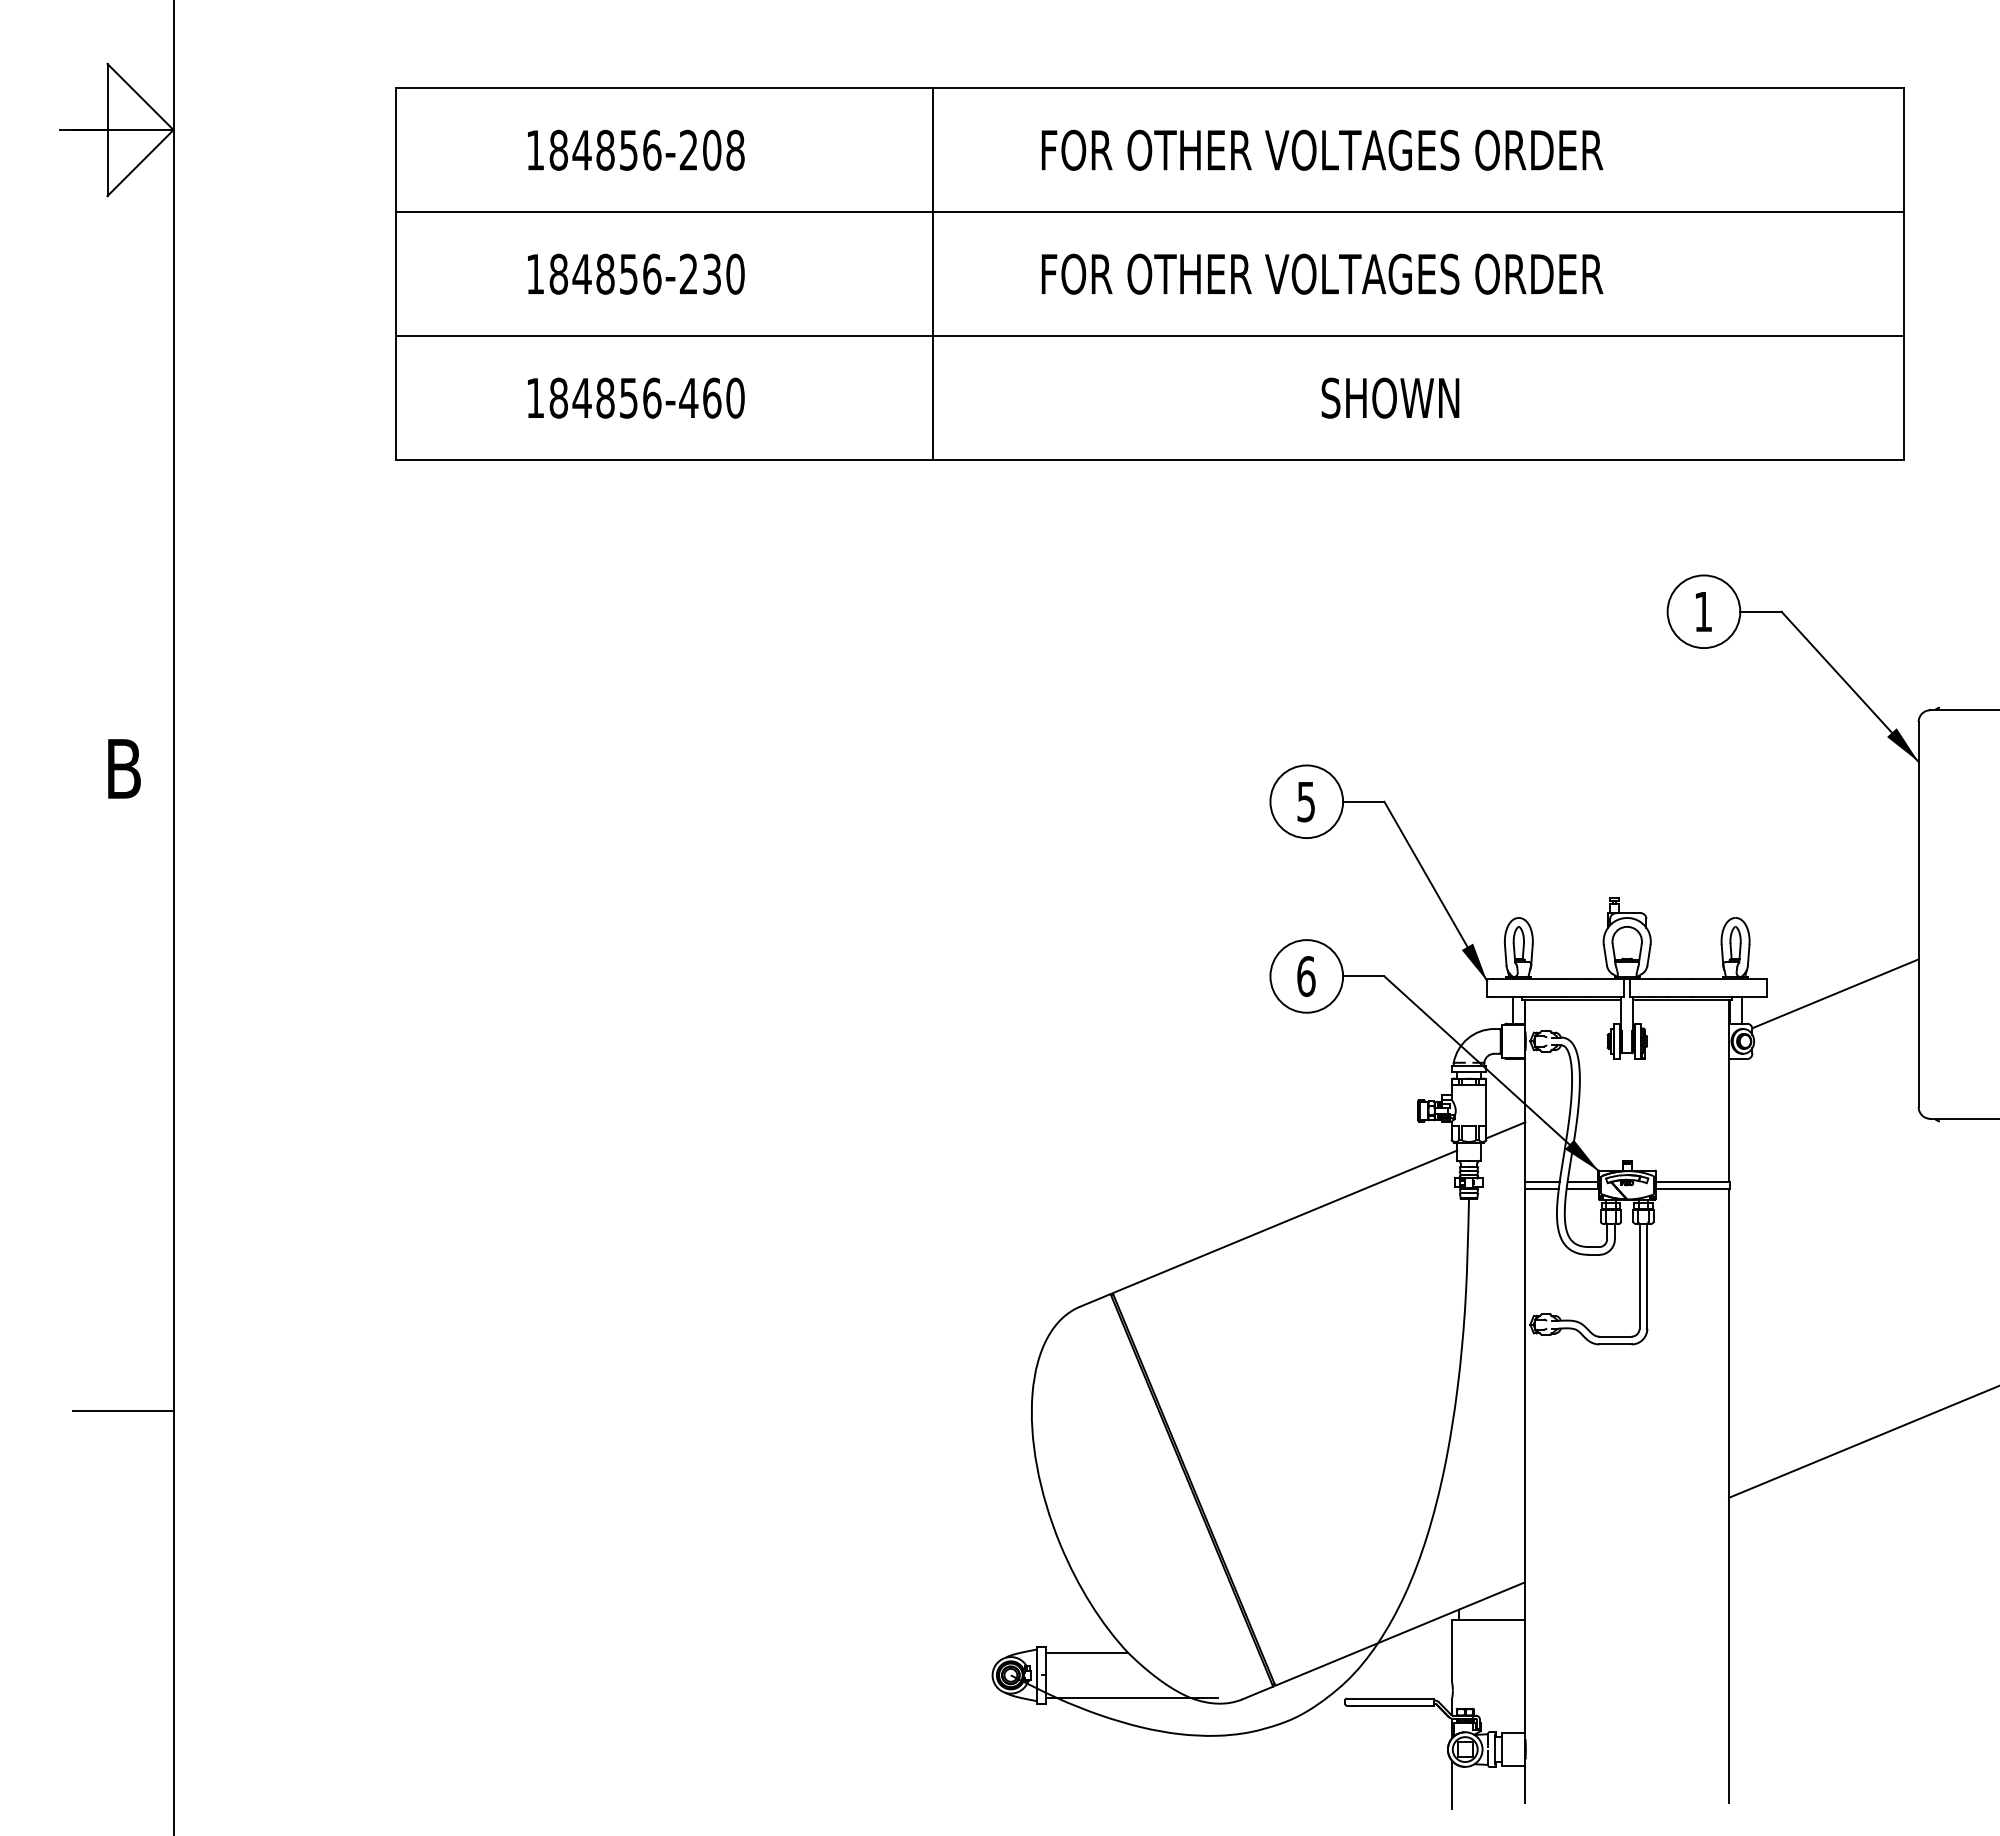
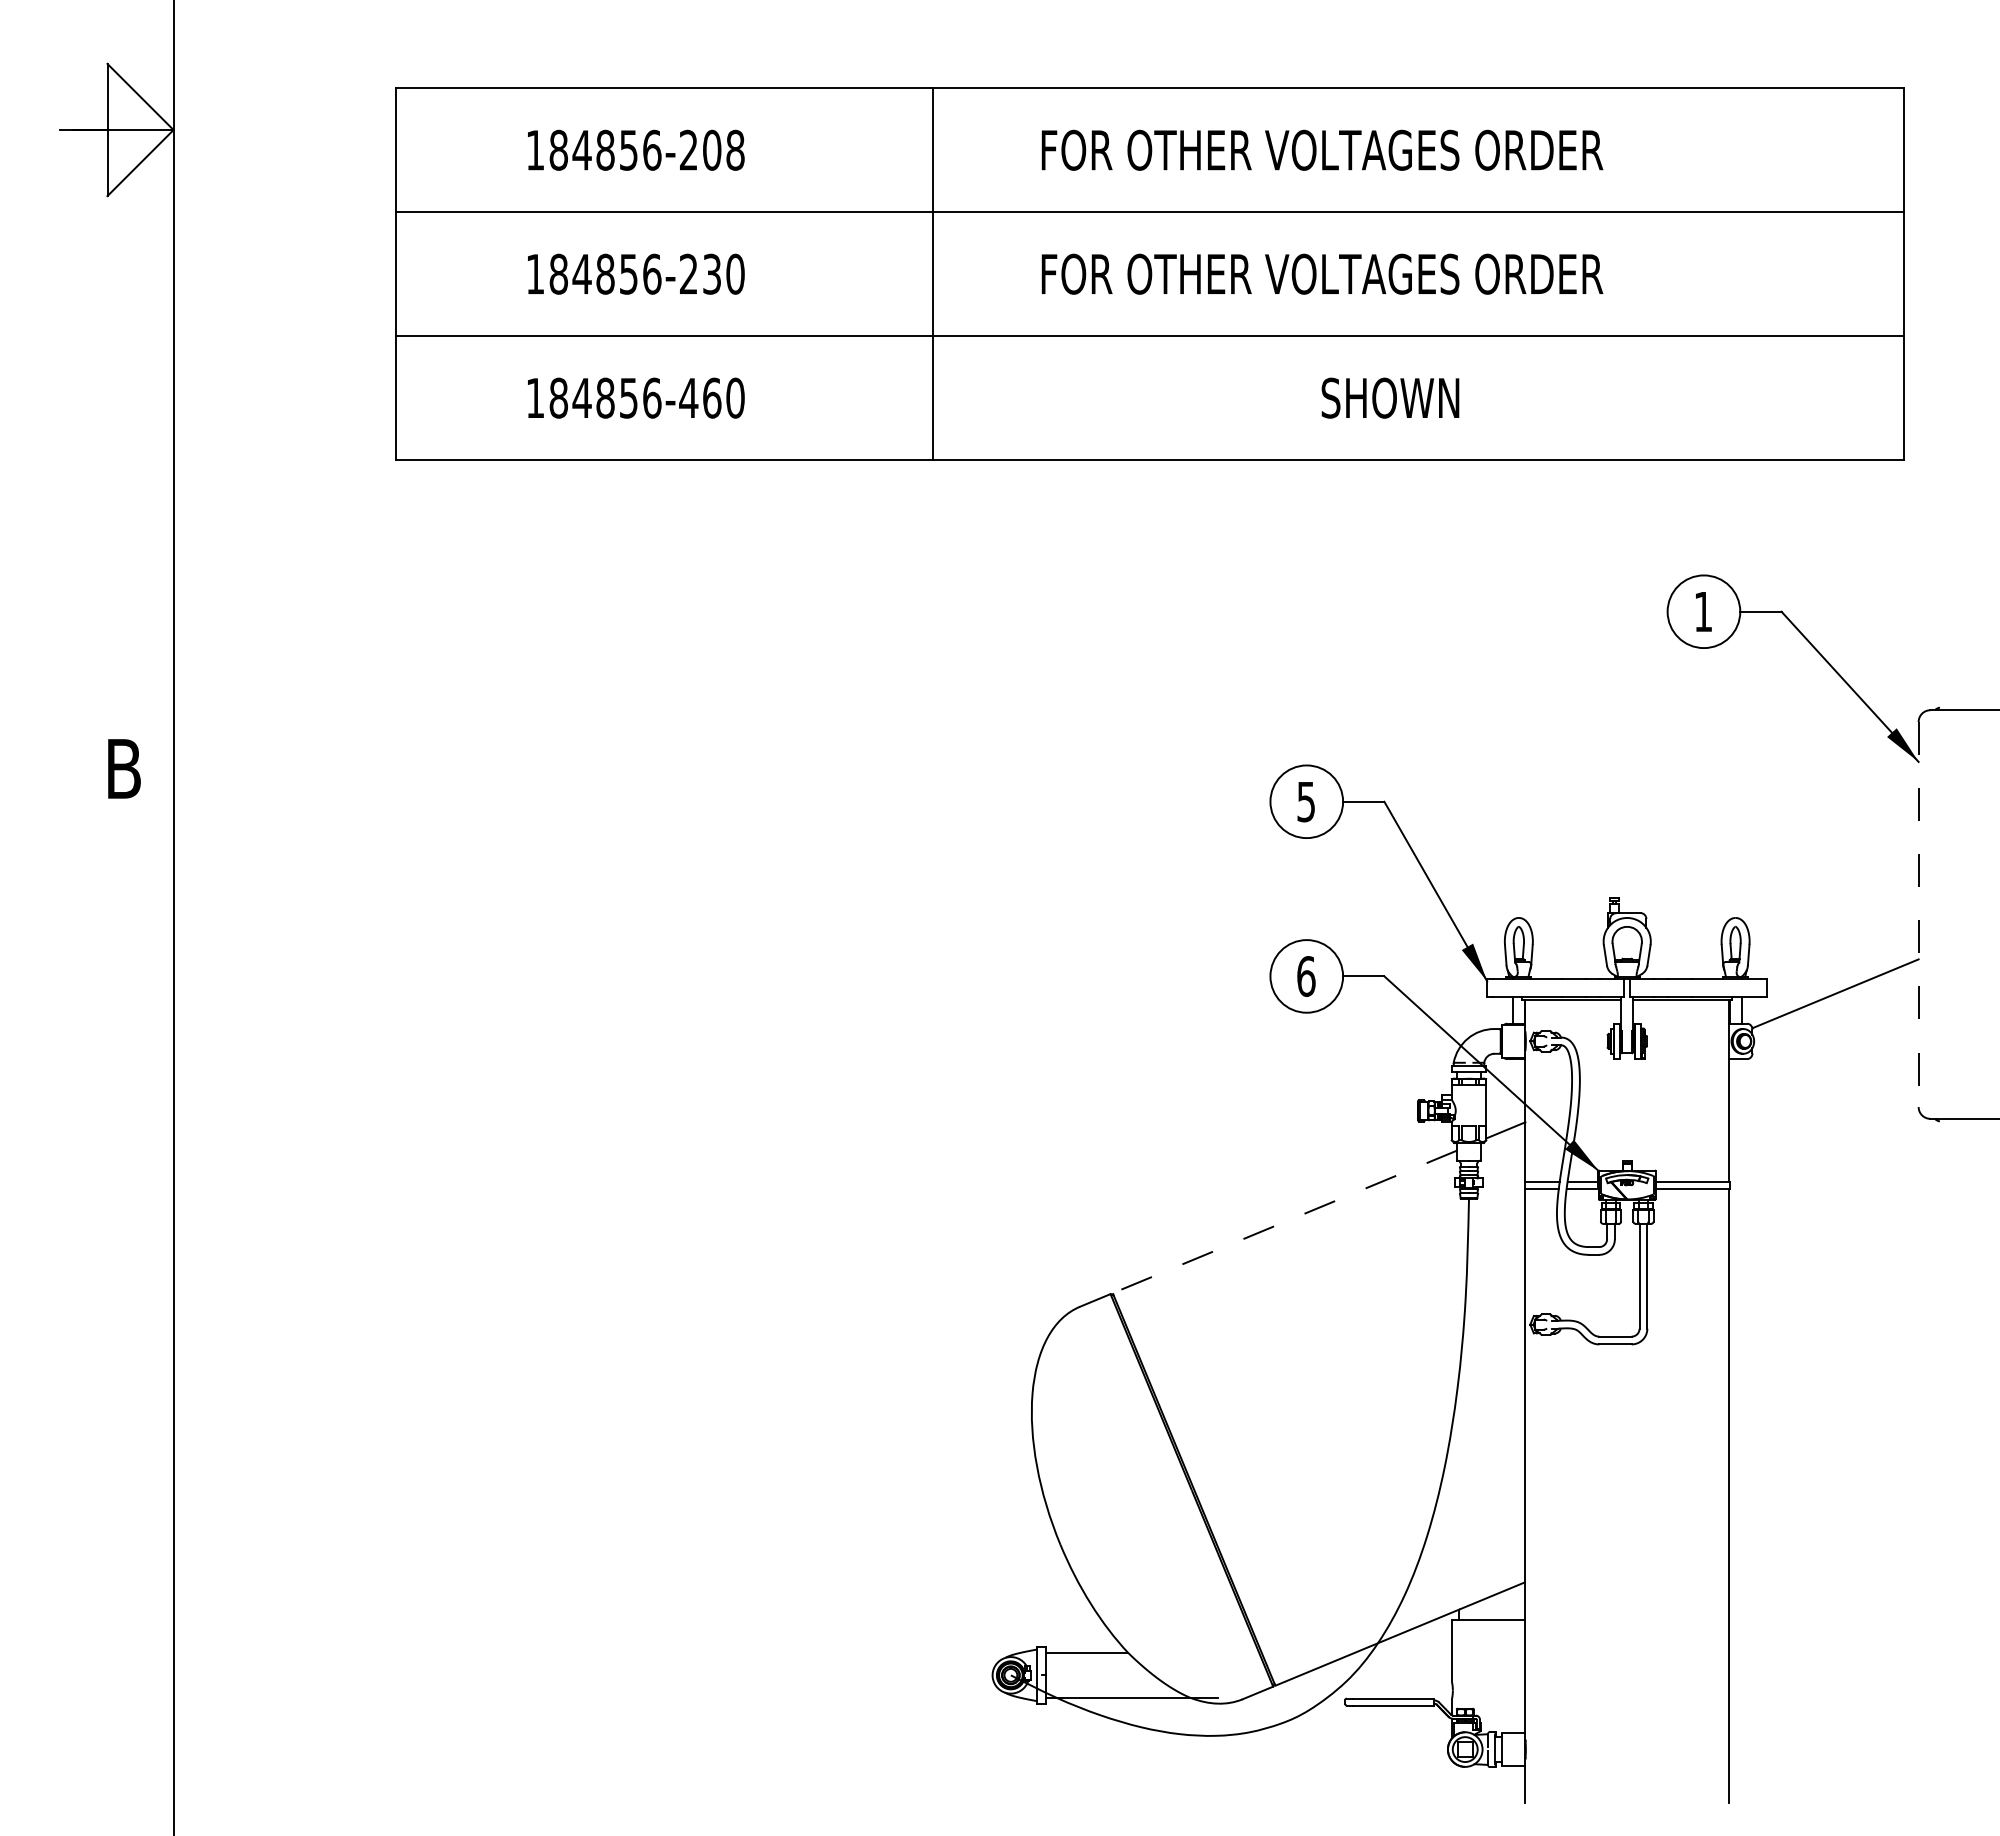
line at (1918, 914): solid -> dashed
line at (1284, 1222): solid -> dashed
line at (123, 1410): present -> none
line at (1862, 1442): present -> none
line at (1452, 1784): present -> none
